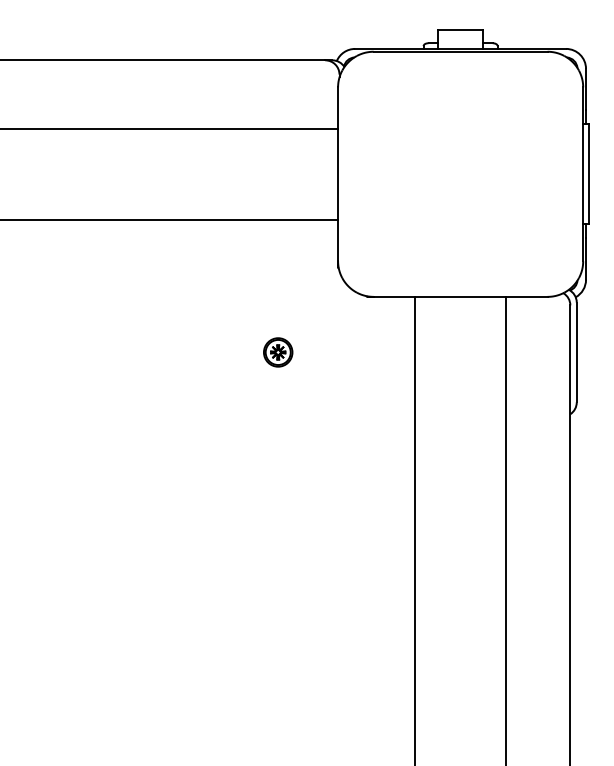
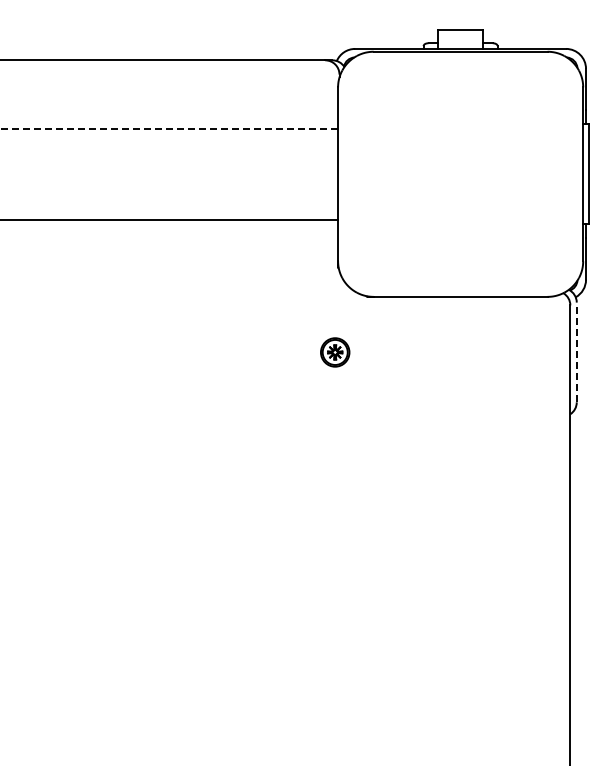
line at (169, 128): solid -> dashed
part at (278, 352) position: (278, 352) -> (335, 352)
line at (576, 352): solid -> dashed
line at (415, 529): present -> none
line at (506, 529): present -> none
